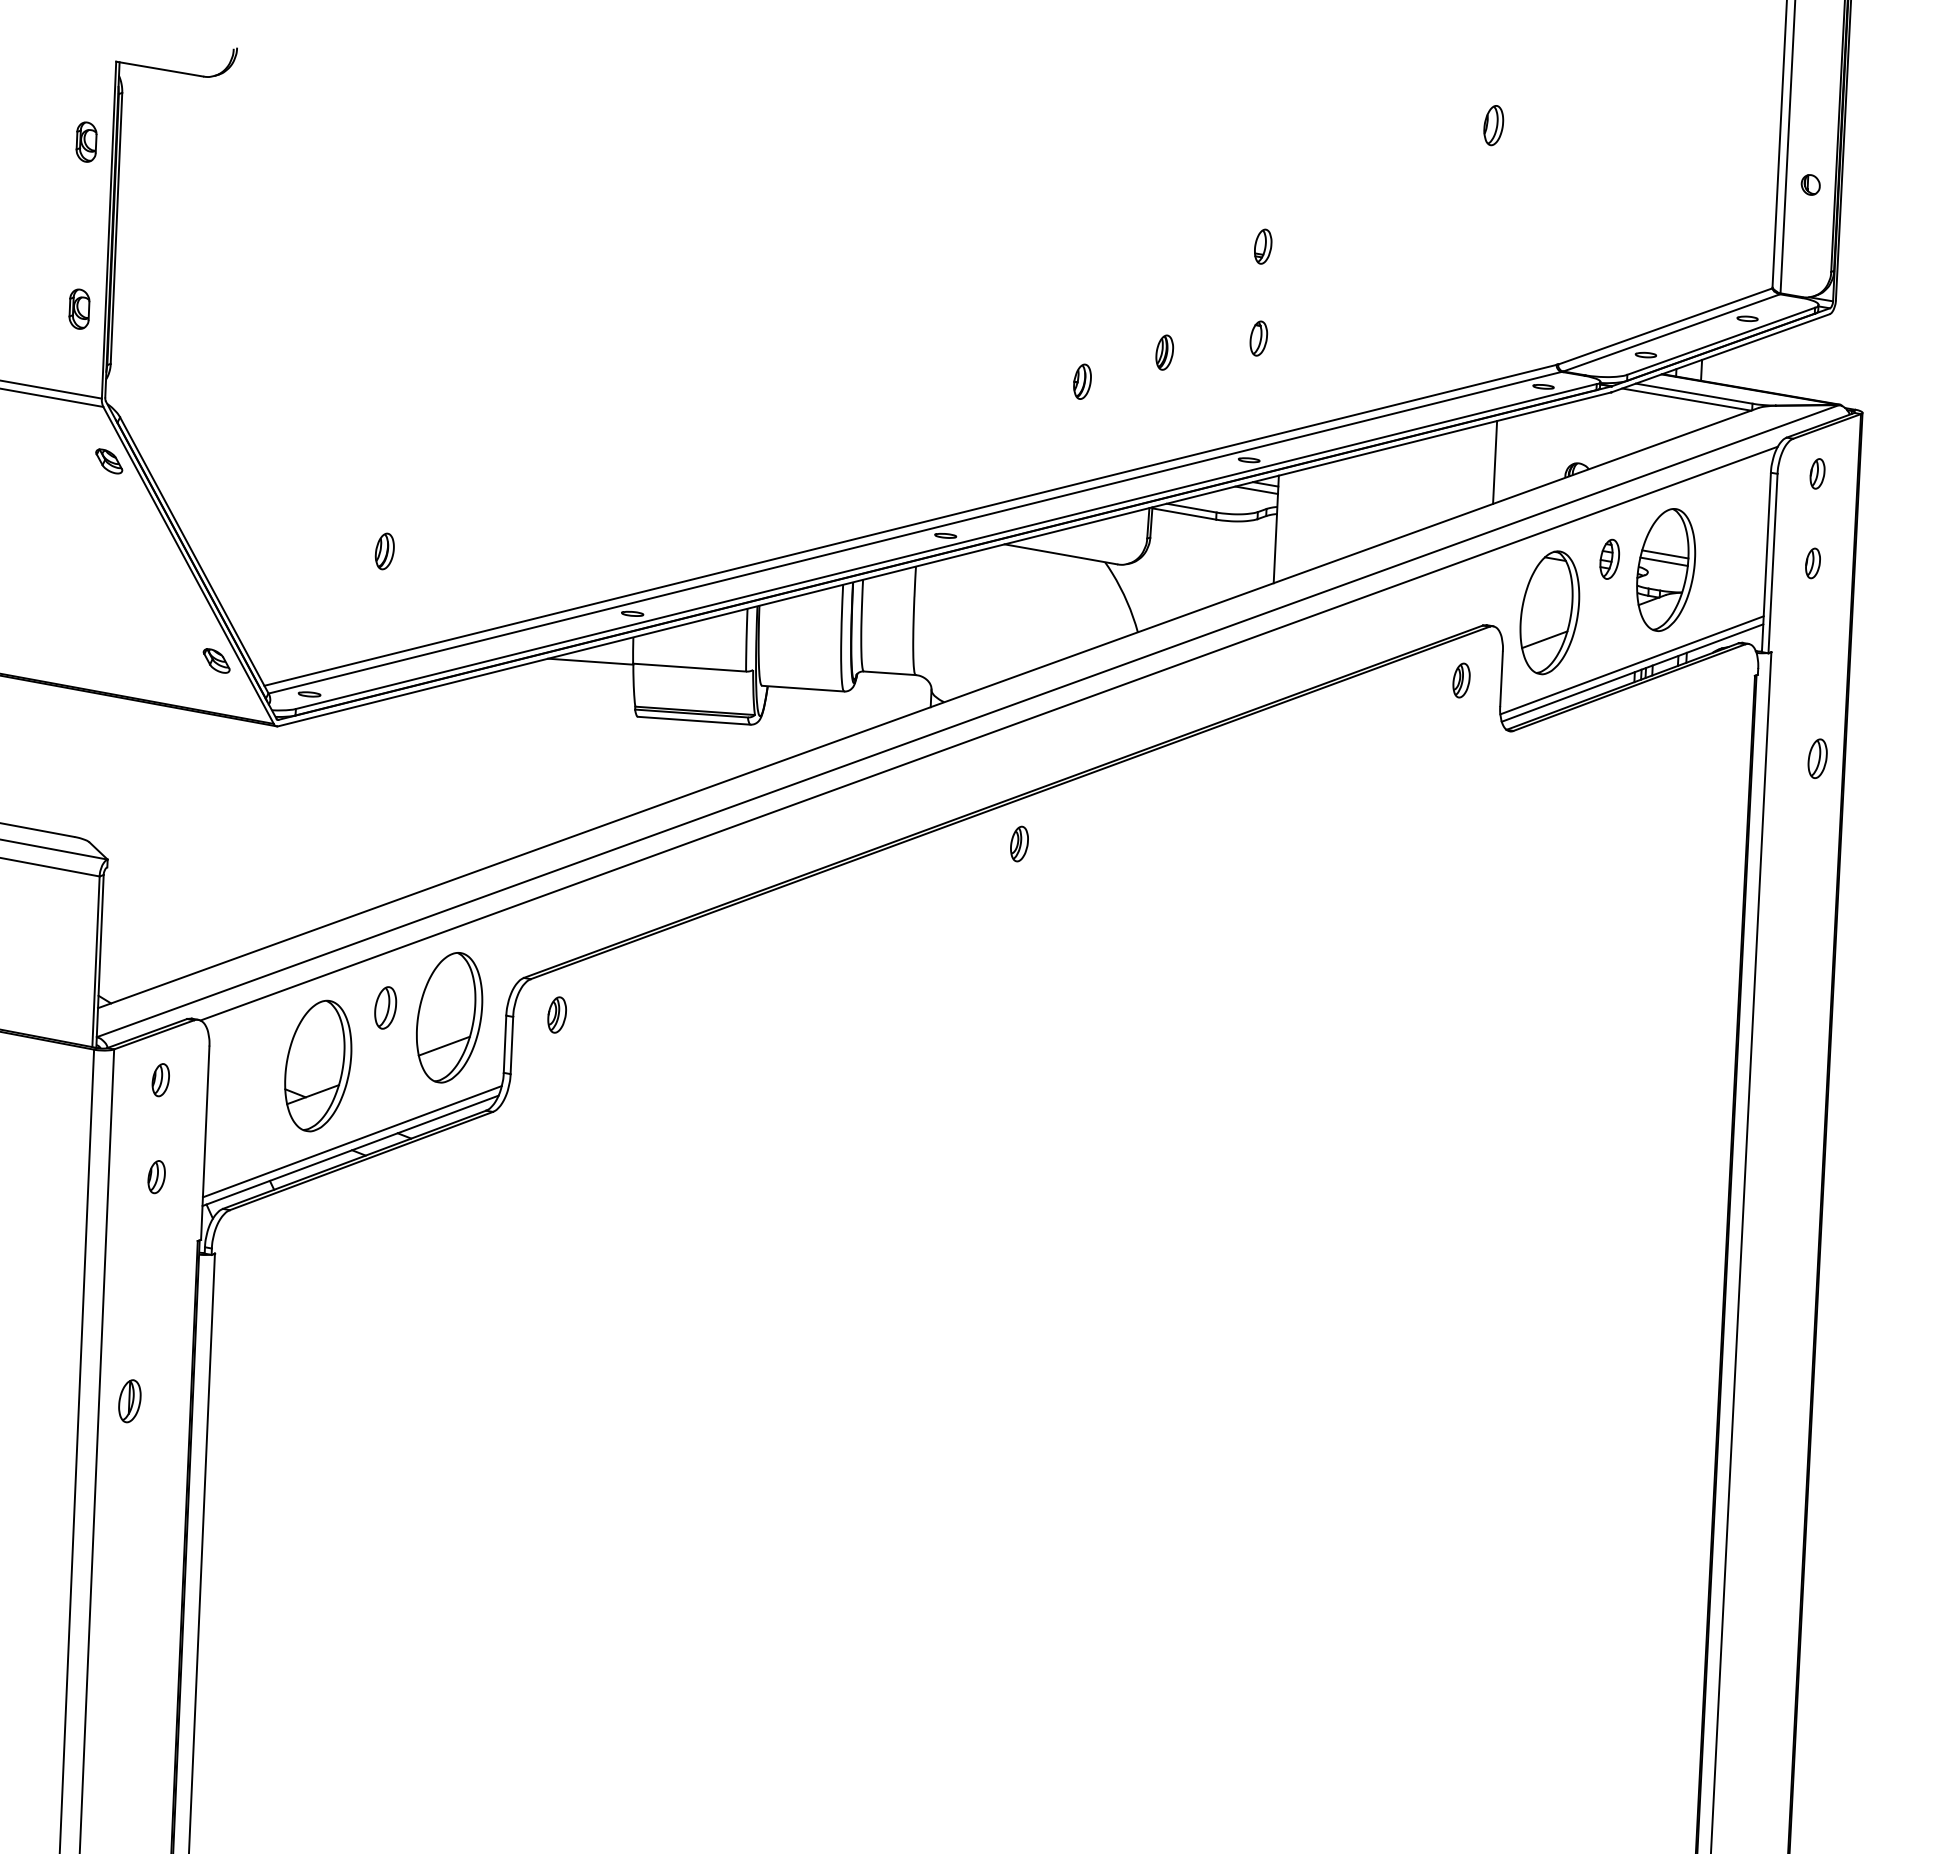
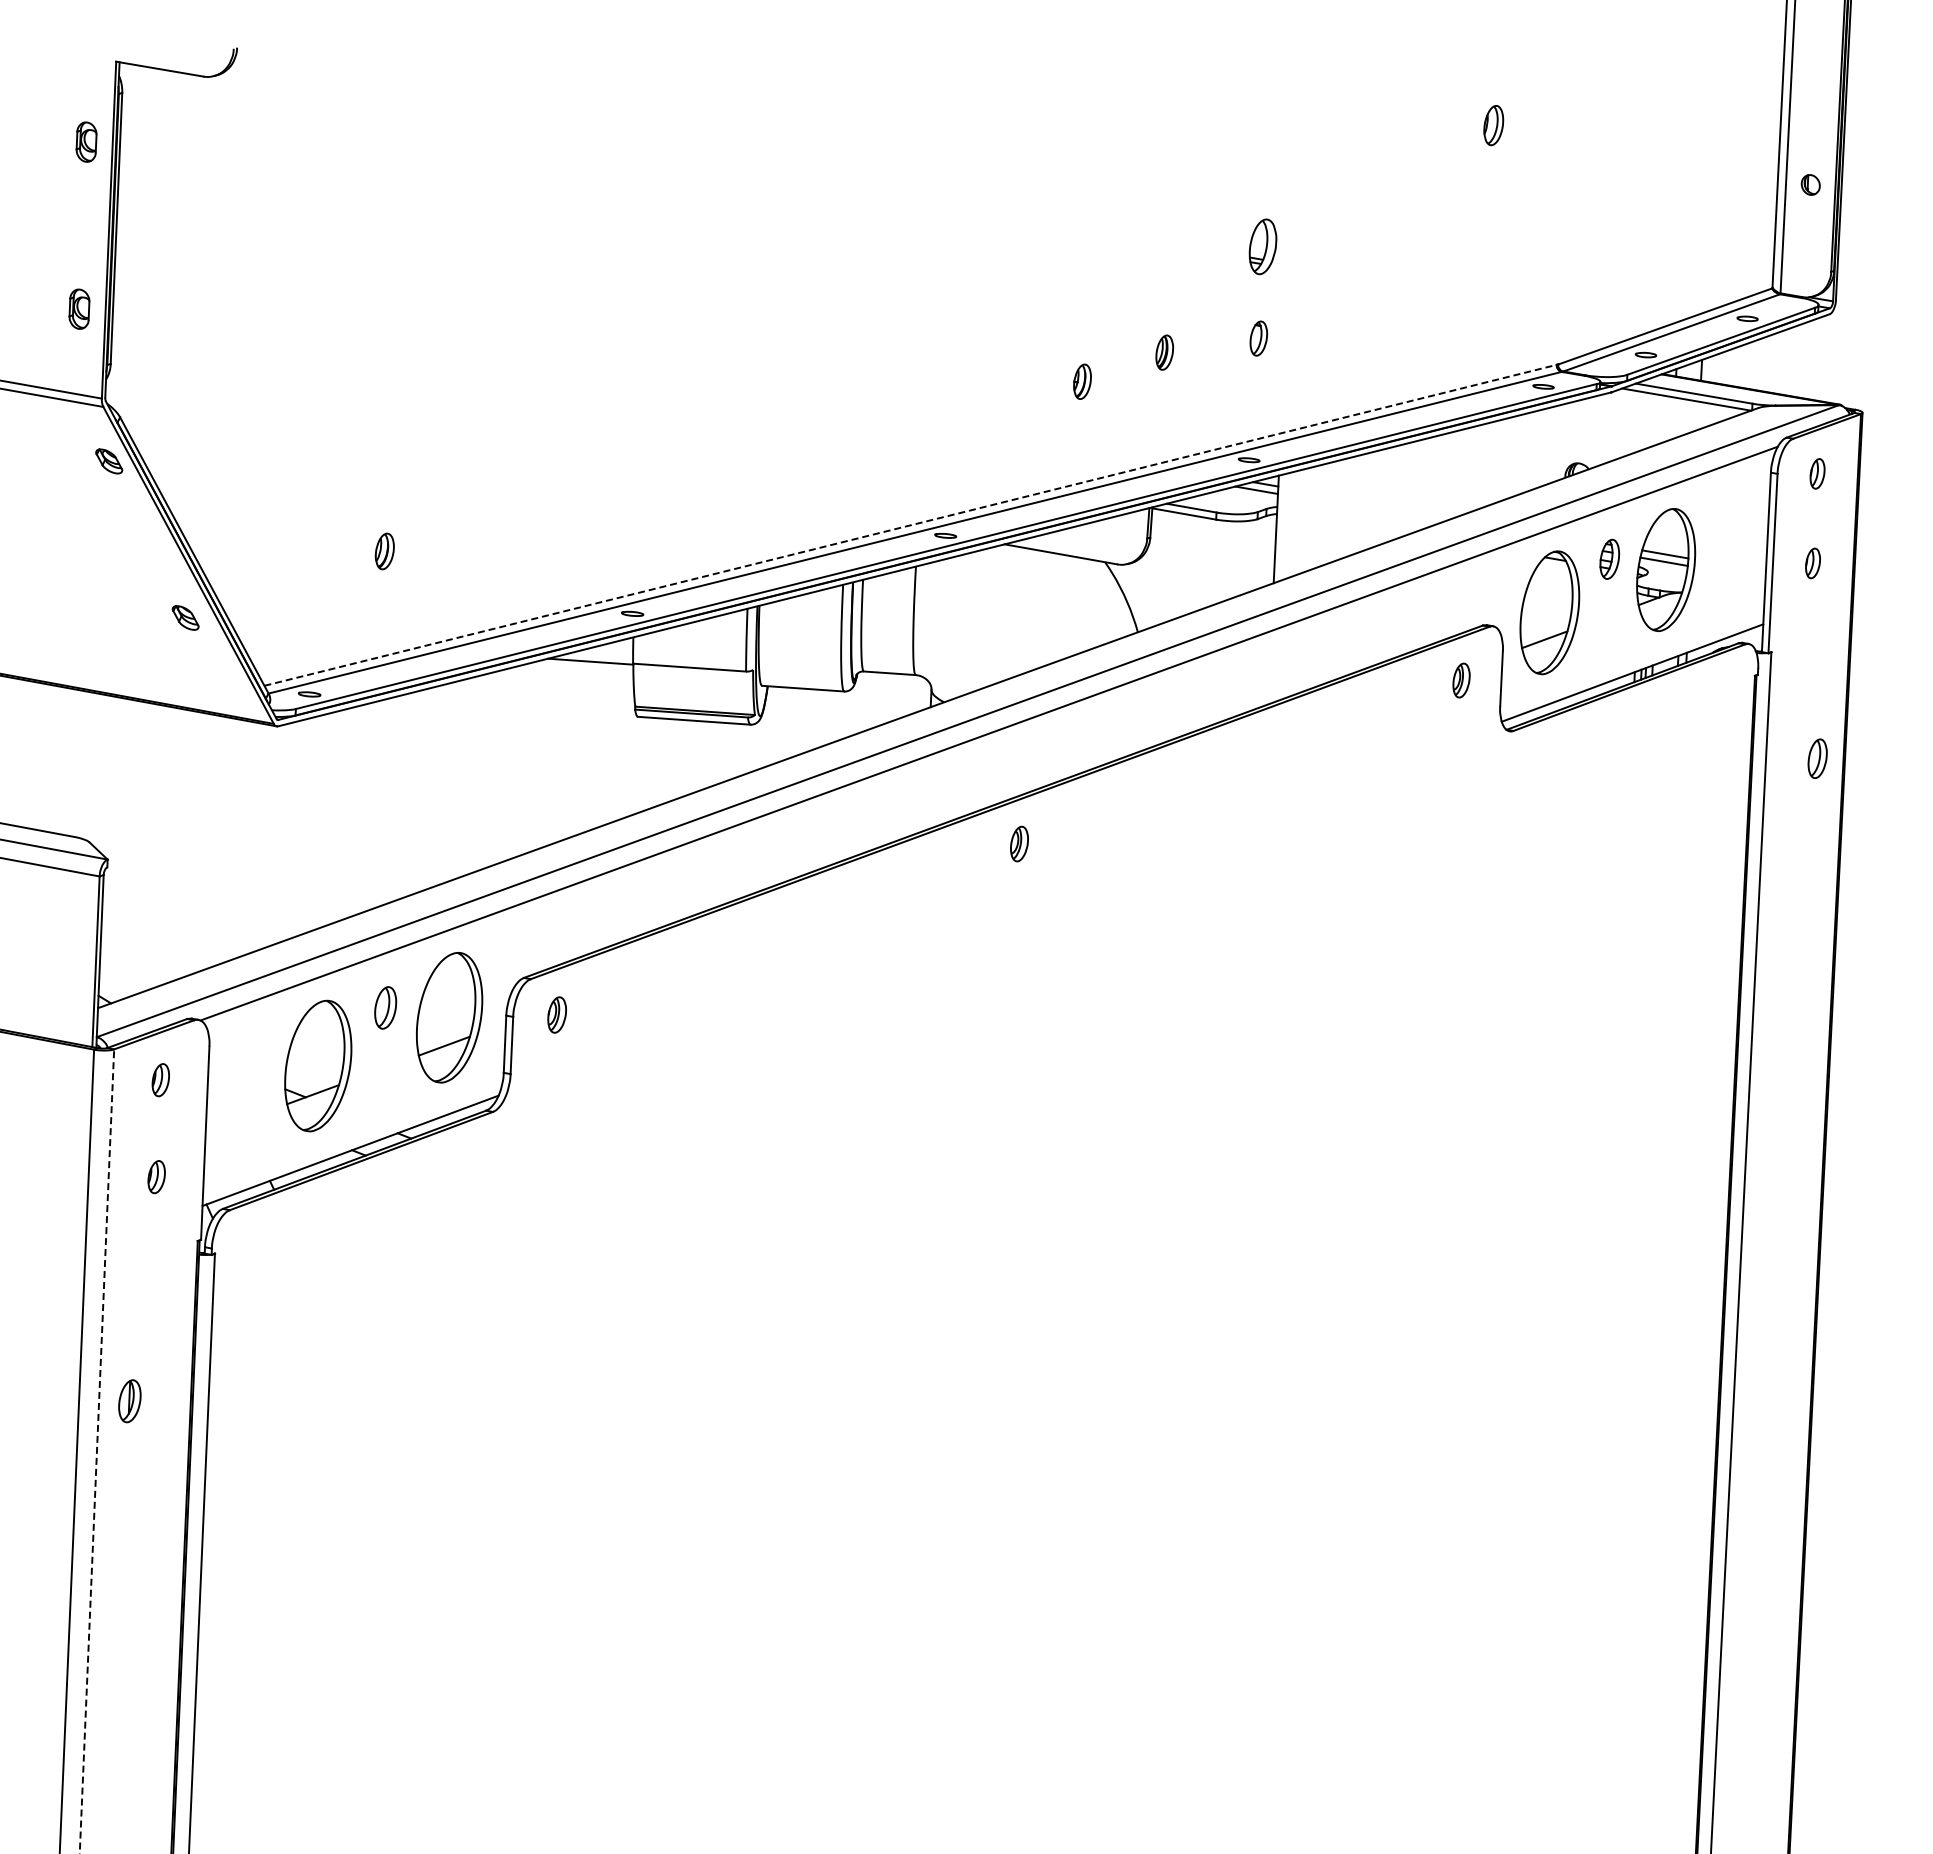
part at (1263, 246) size: 19x37 px -> 30x58 px
line at (1495, 462): present -> none
line at (910, 525): solid -> dashed
part at (216, 660) position: (216, 660) -> (185, 617)
line at (1631, 665): present -> none
line at (351, 1141): present -> none
line at (96, 1451): solid -> dashed
